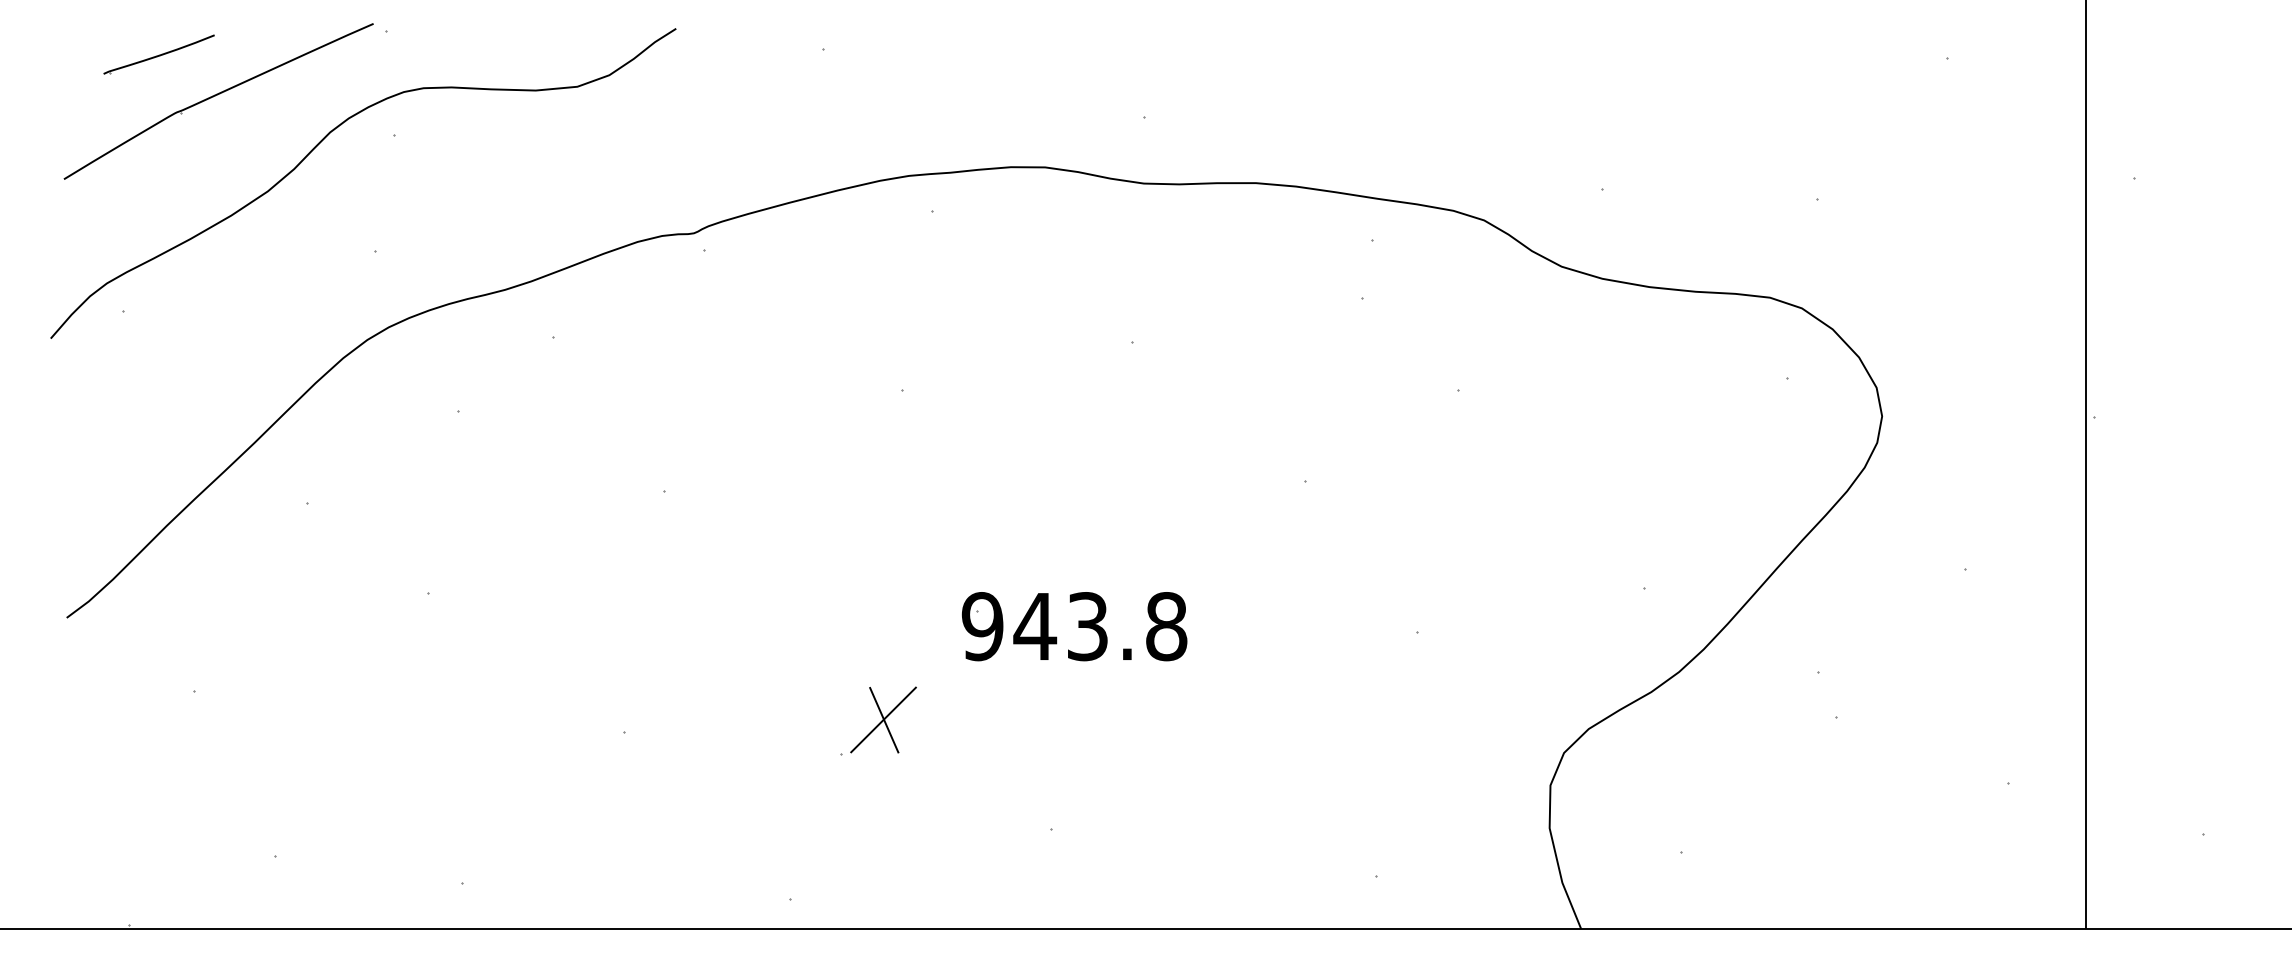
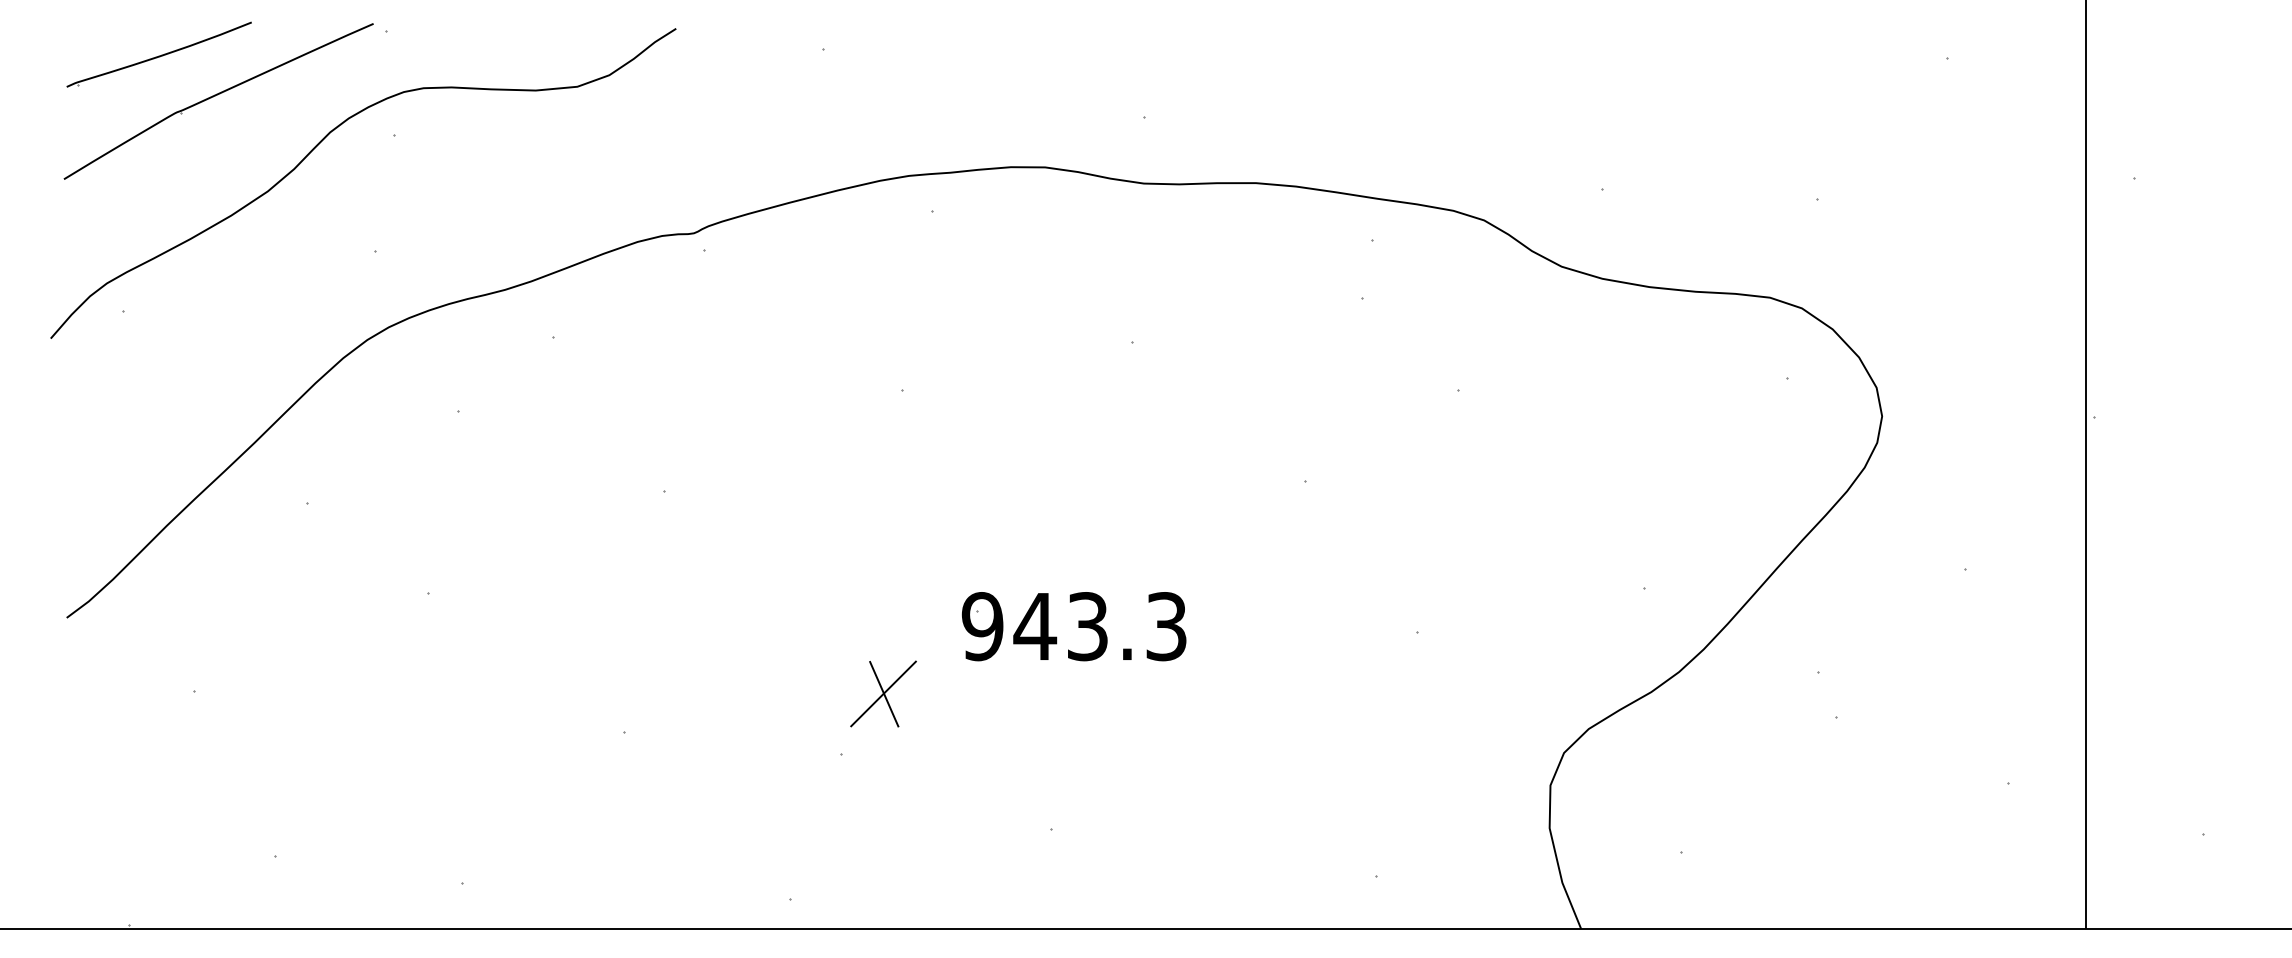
part at (158, 54) size: 112x41 px -> 186x67 px
text at (1166, 626): 943.8 -> 943.3
part at (883, 719) position: (883, 719) -> (883, 693)
